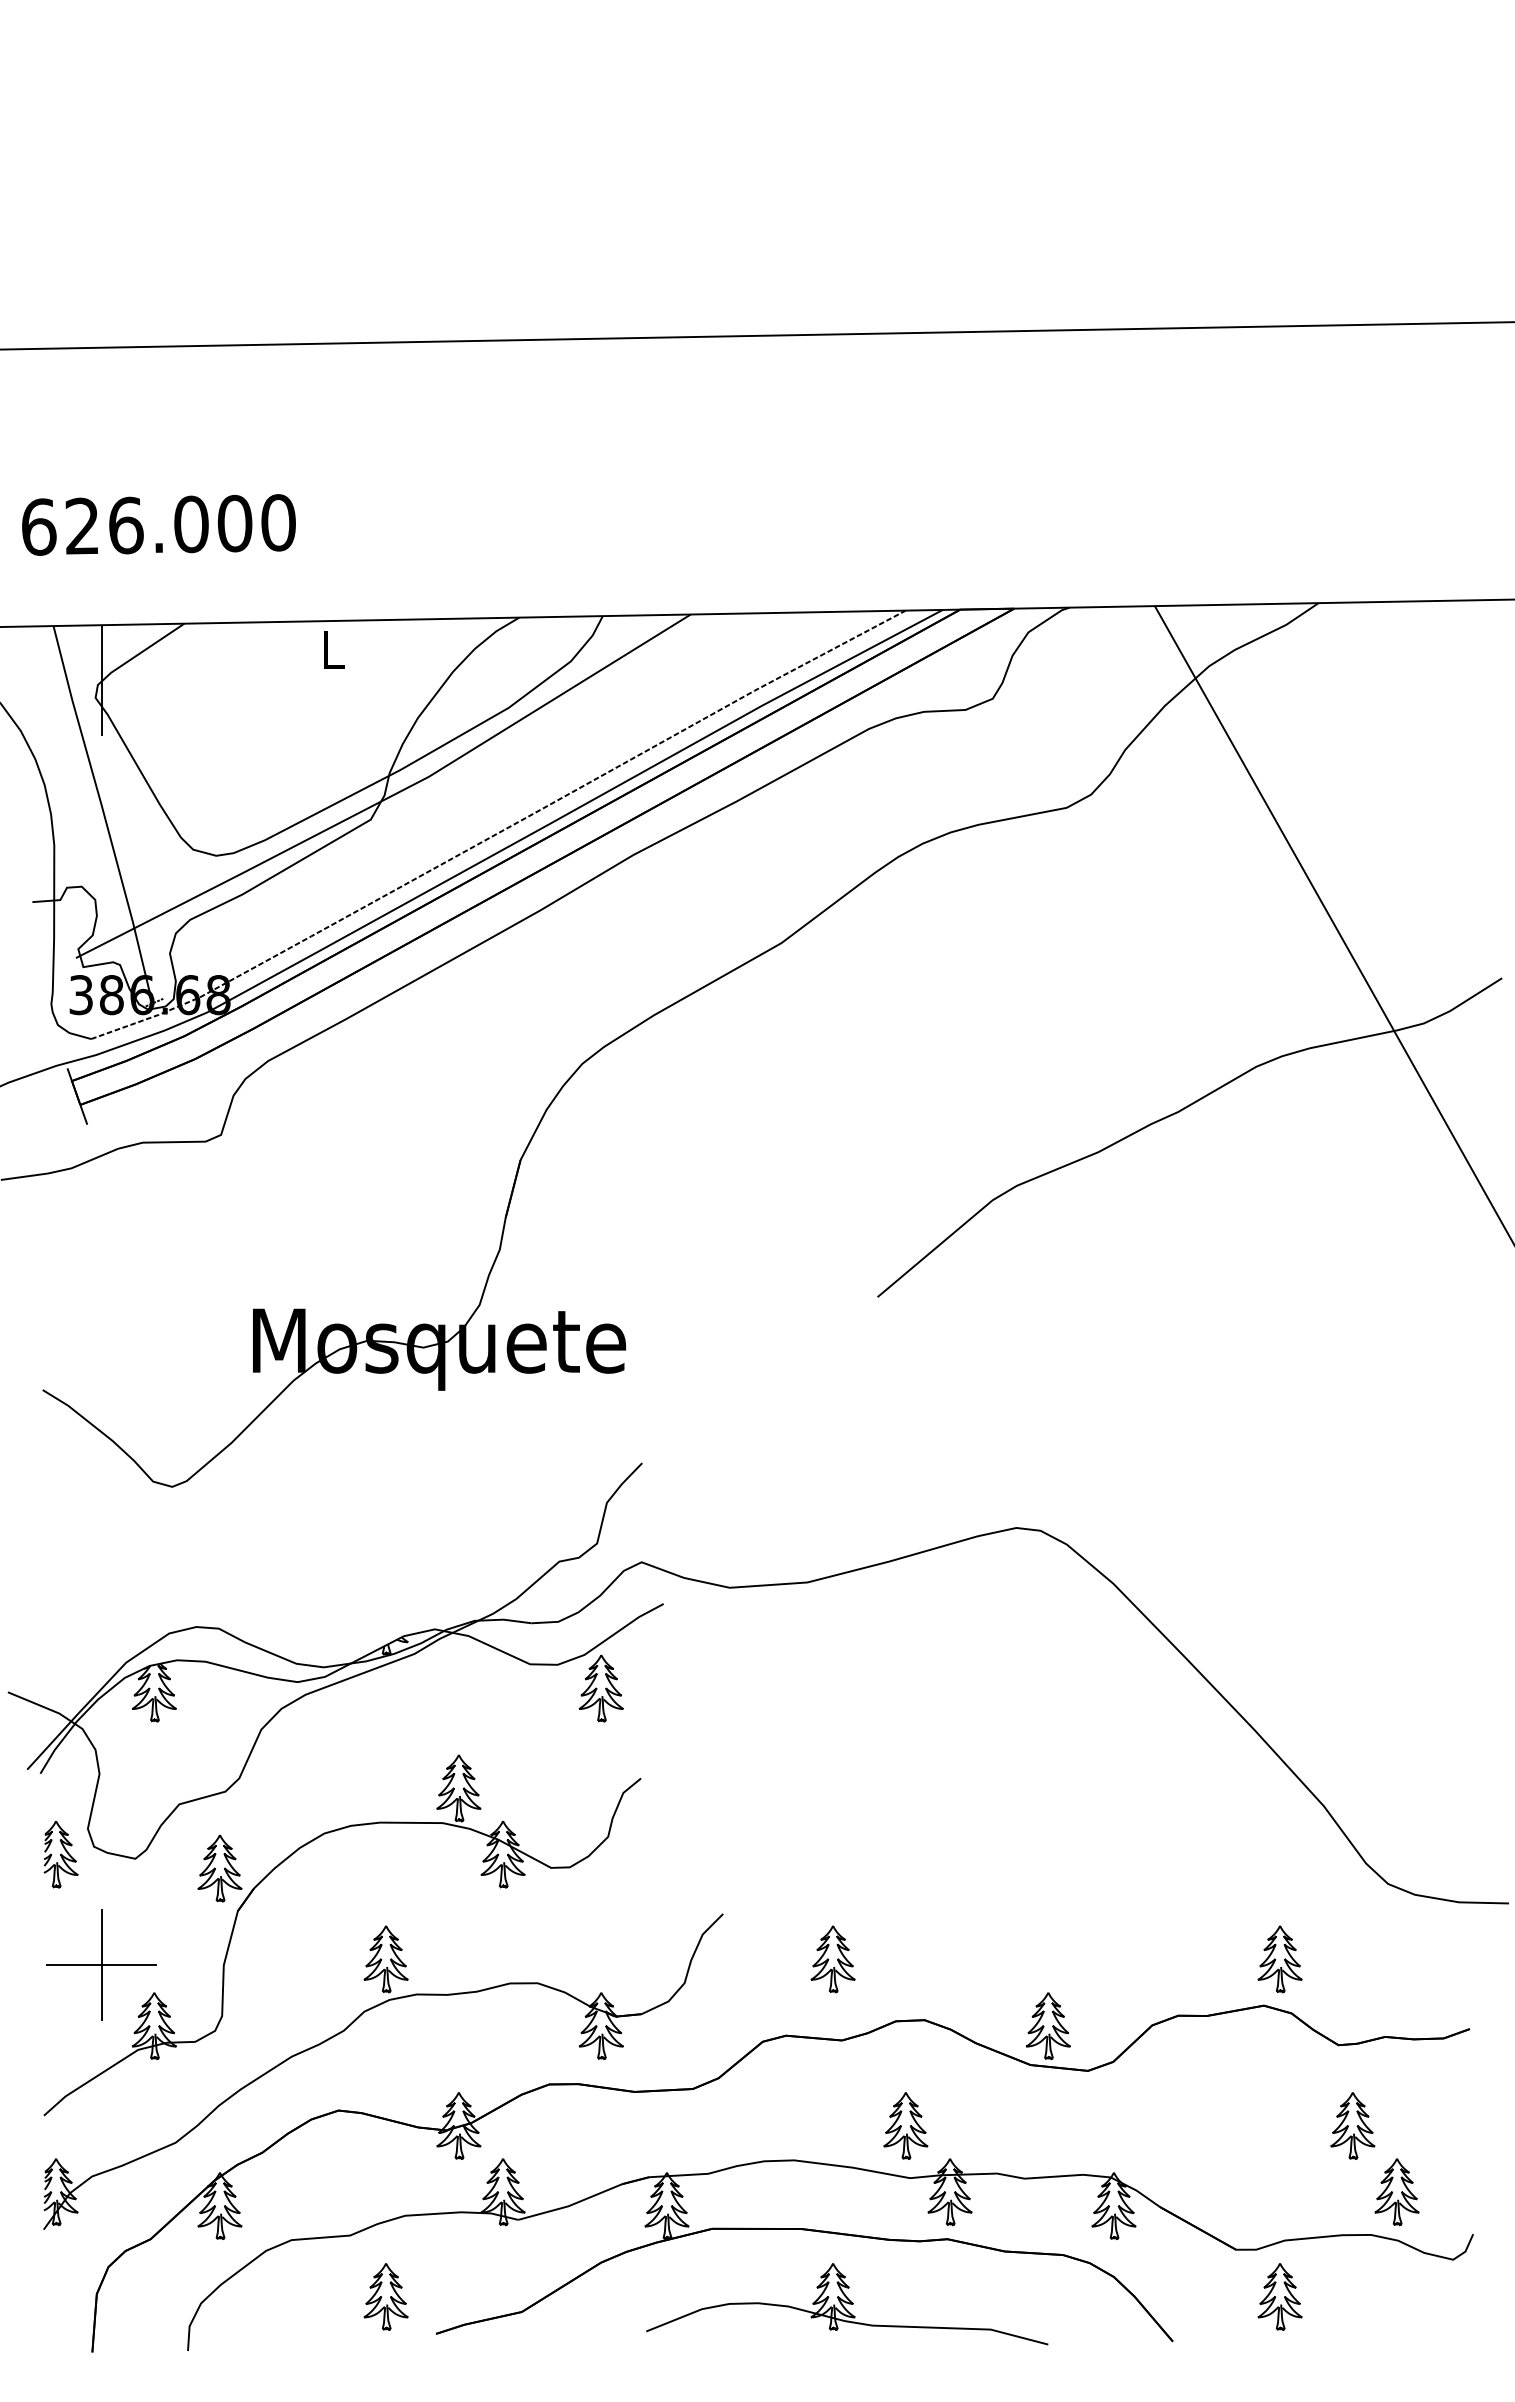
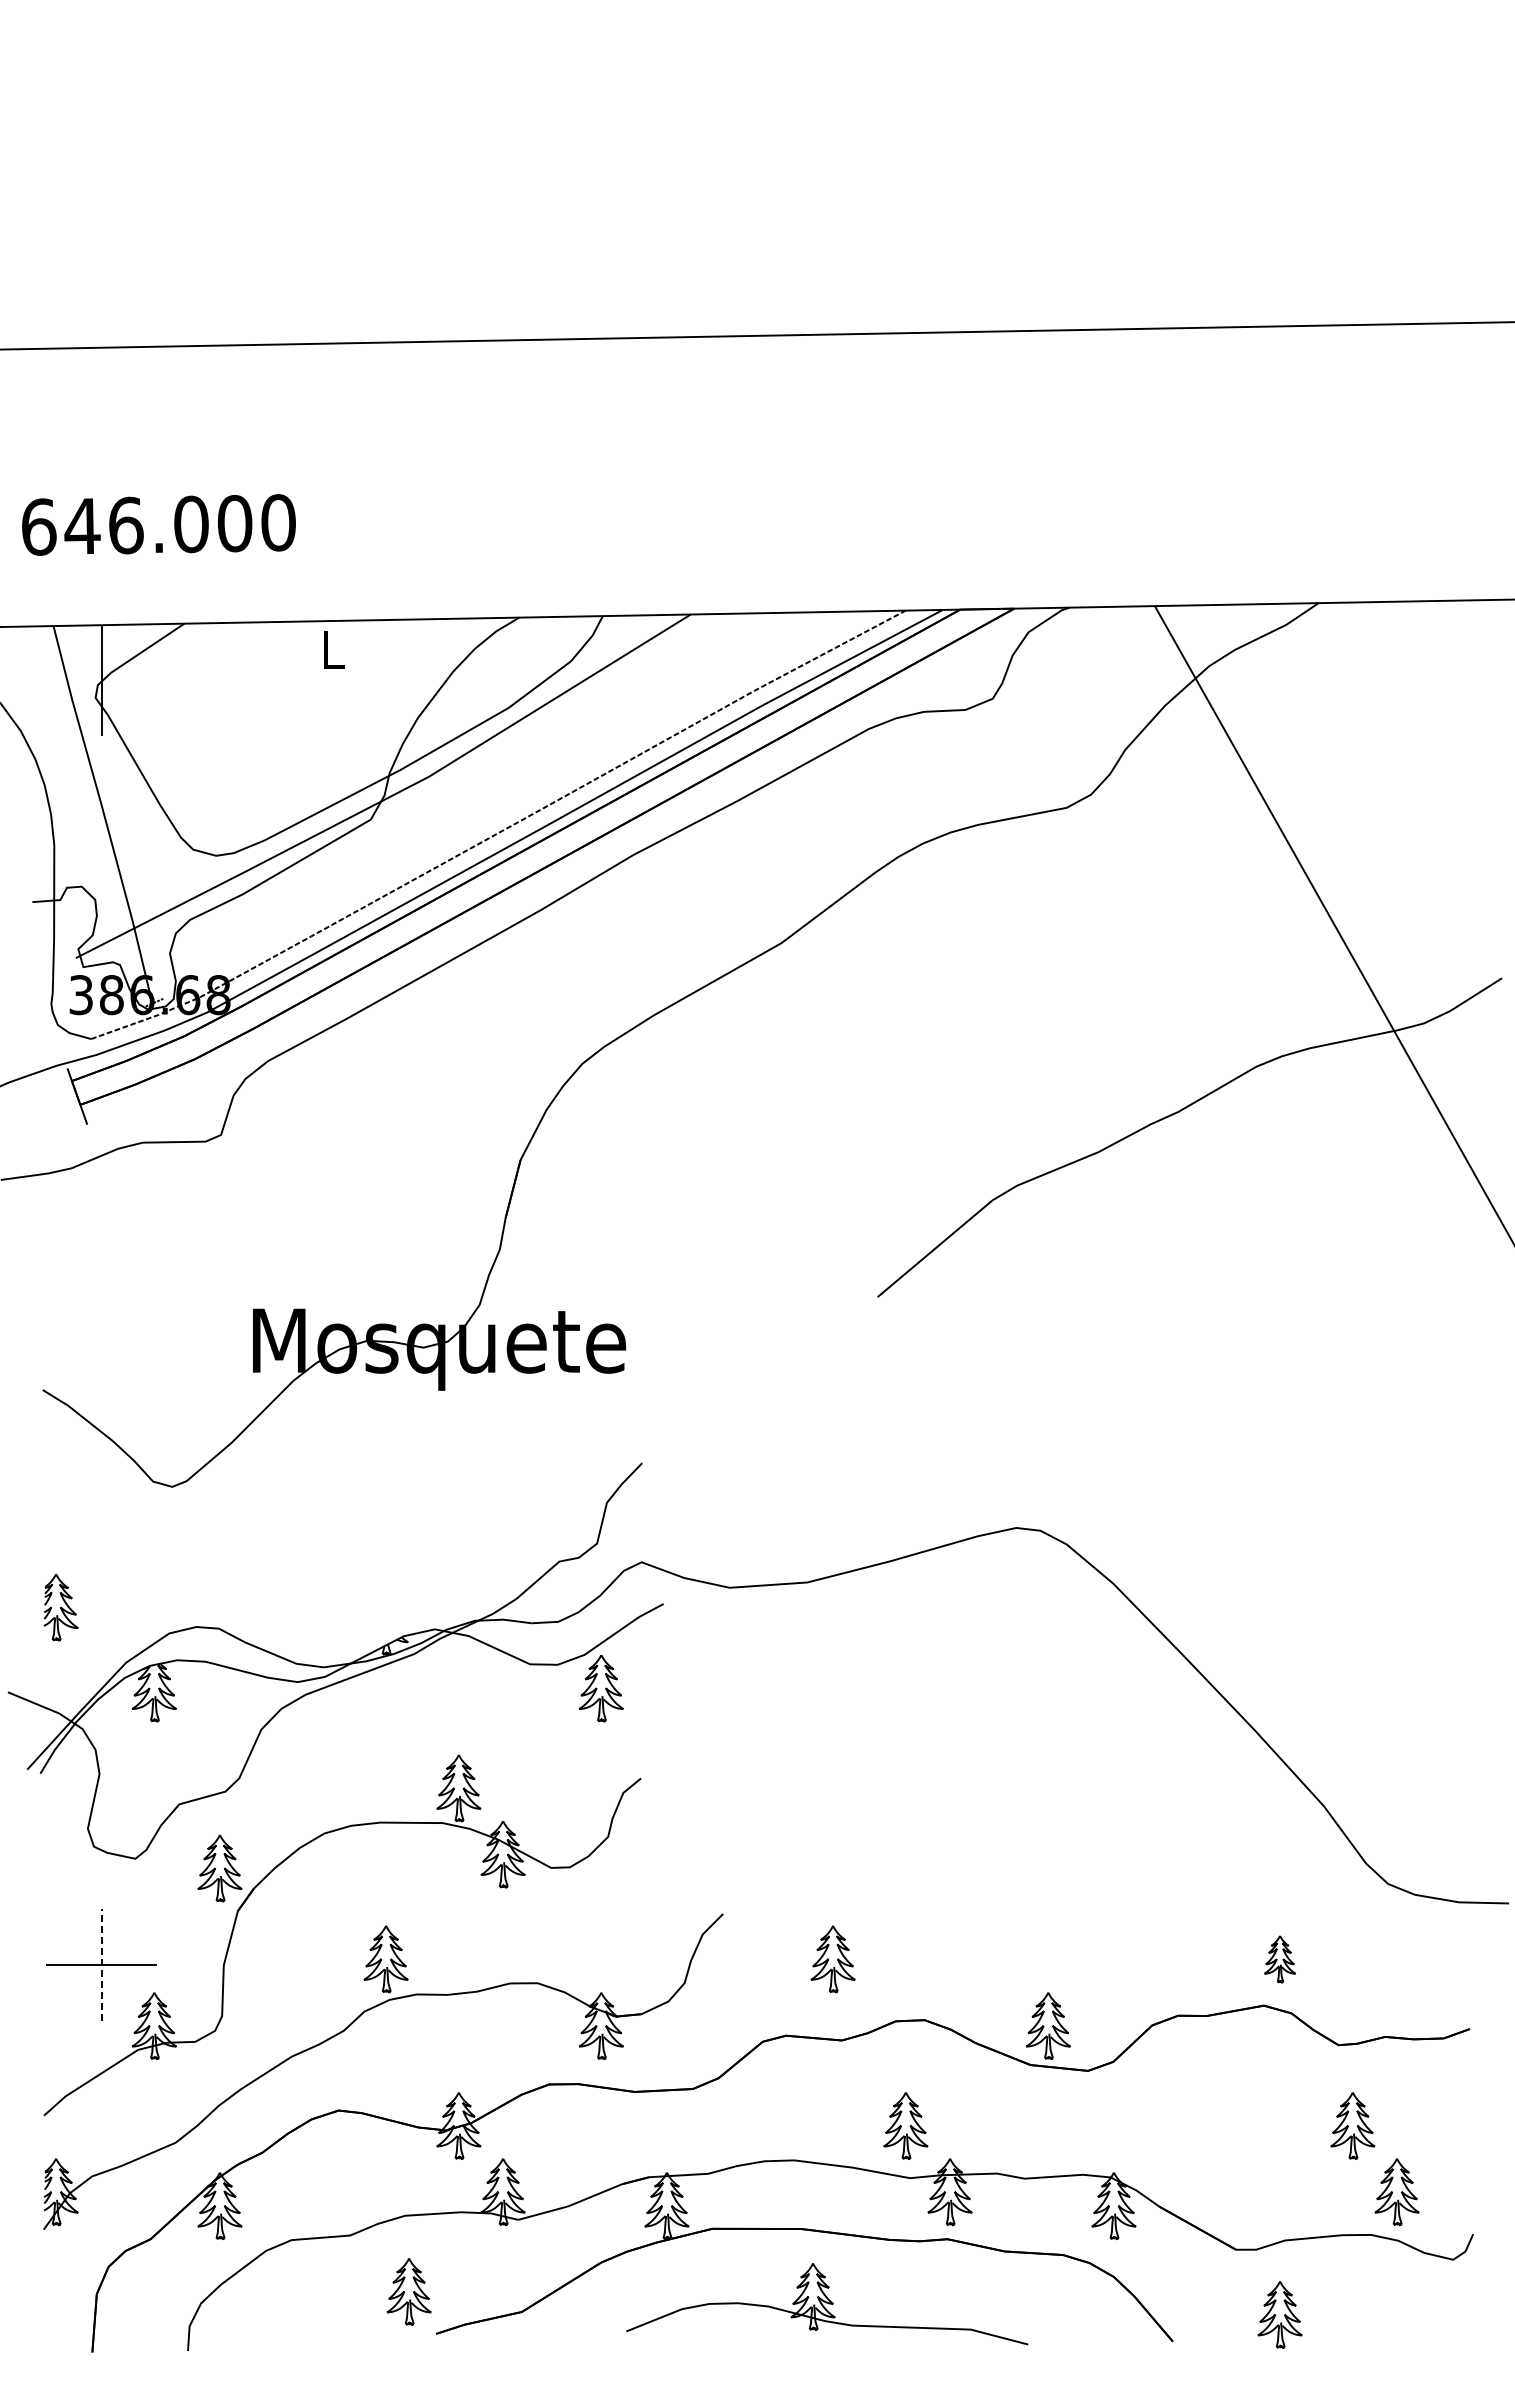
text at (82, 525): 626.000 -> 646.000
part at (60, 1854) position: (60, 1854) -> (60, 1607)
part at (1279, 1959) size: 46x69 px -> 32x49 px
line at (101, 1964): solid -> dashed
part at (385, 2296) position: (385, 2296) -> (408, 2291)
part at (1279, 2296) position: (1279, 2296) -> (1279, 2314)
part at (847, 2304) position: (847, 2304) -> (827, 2304)
